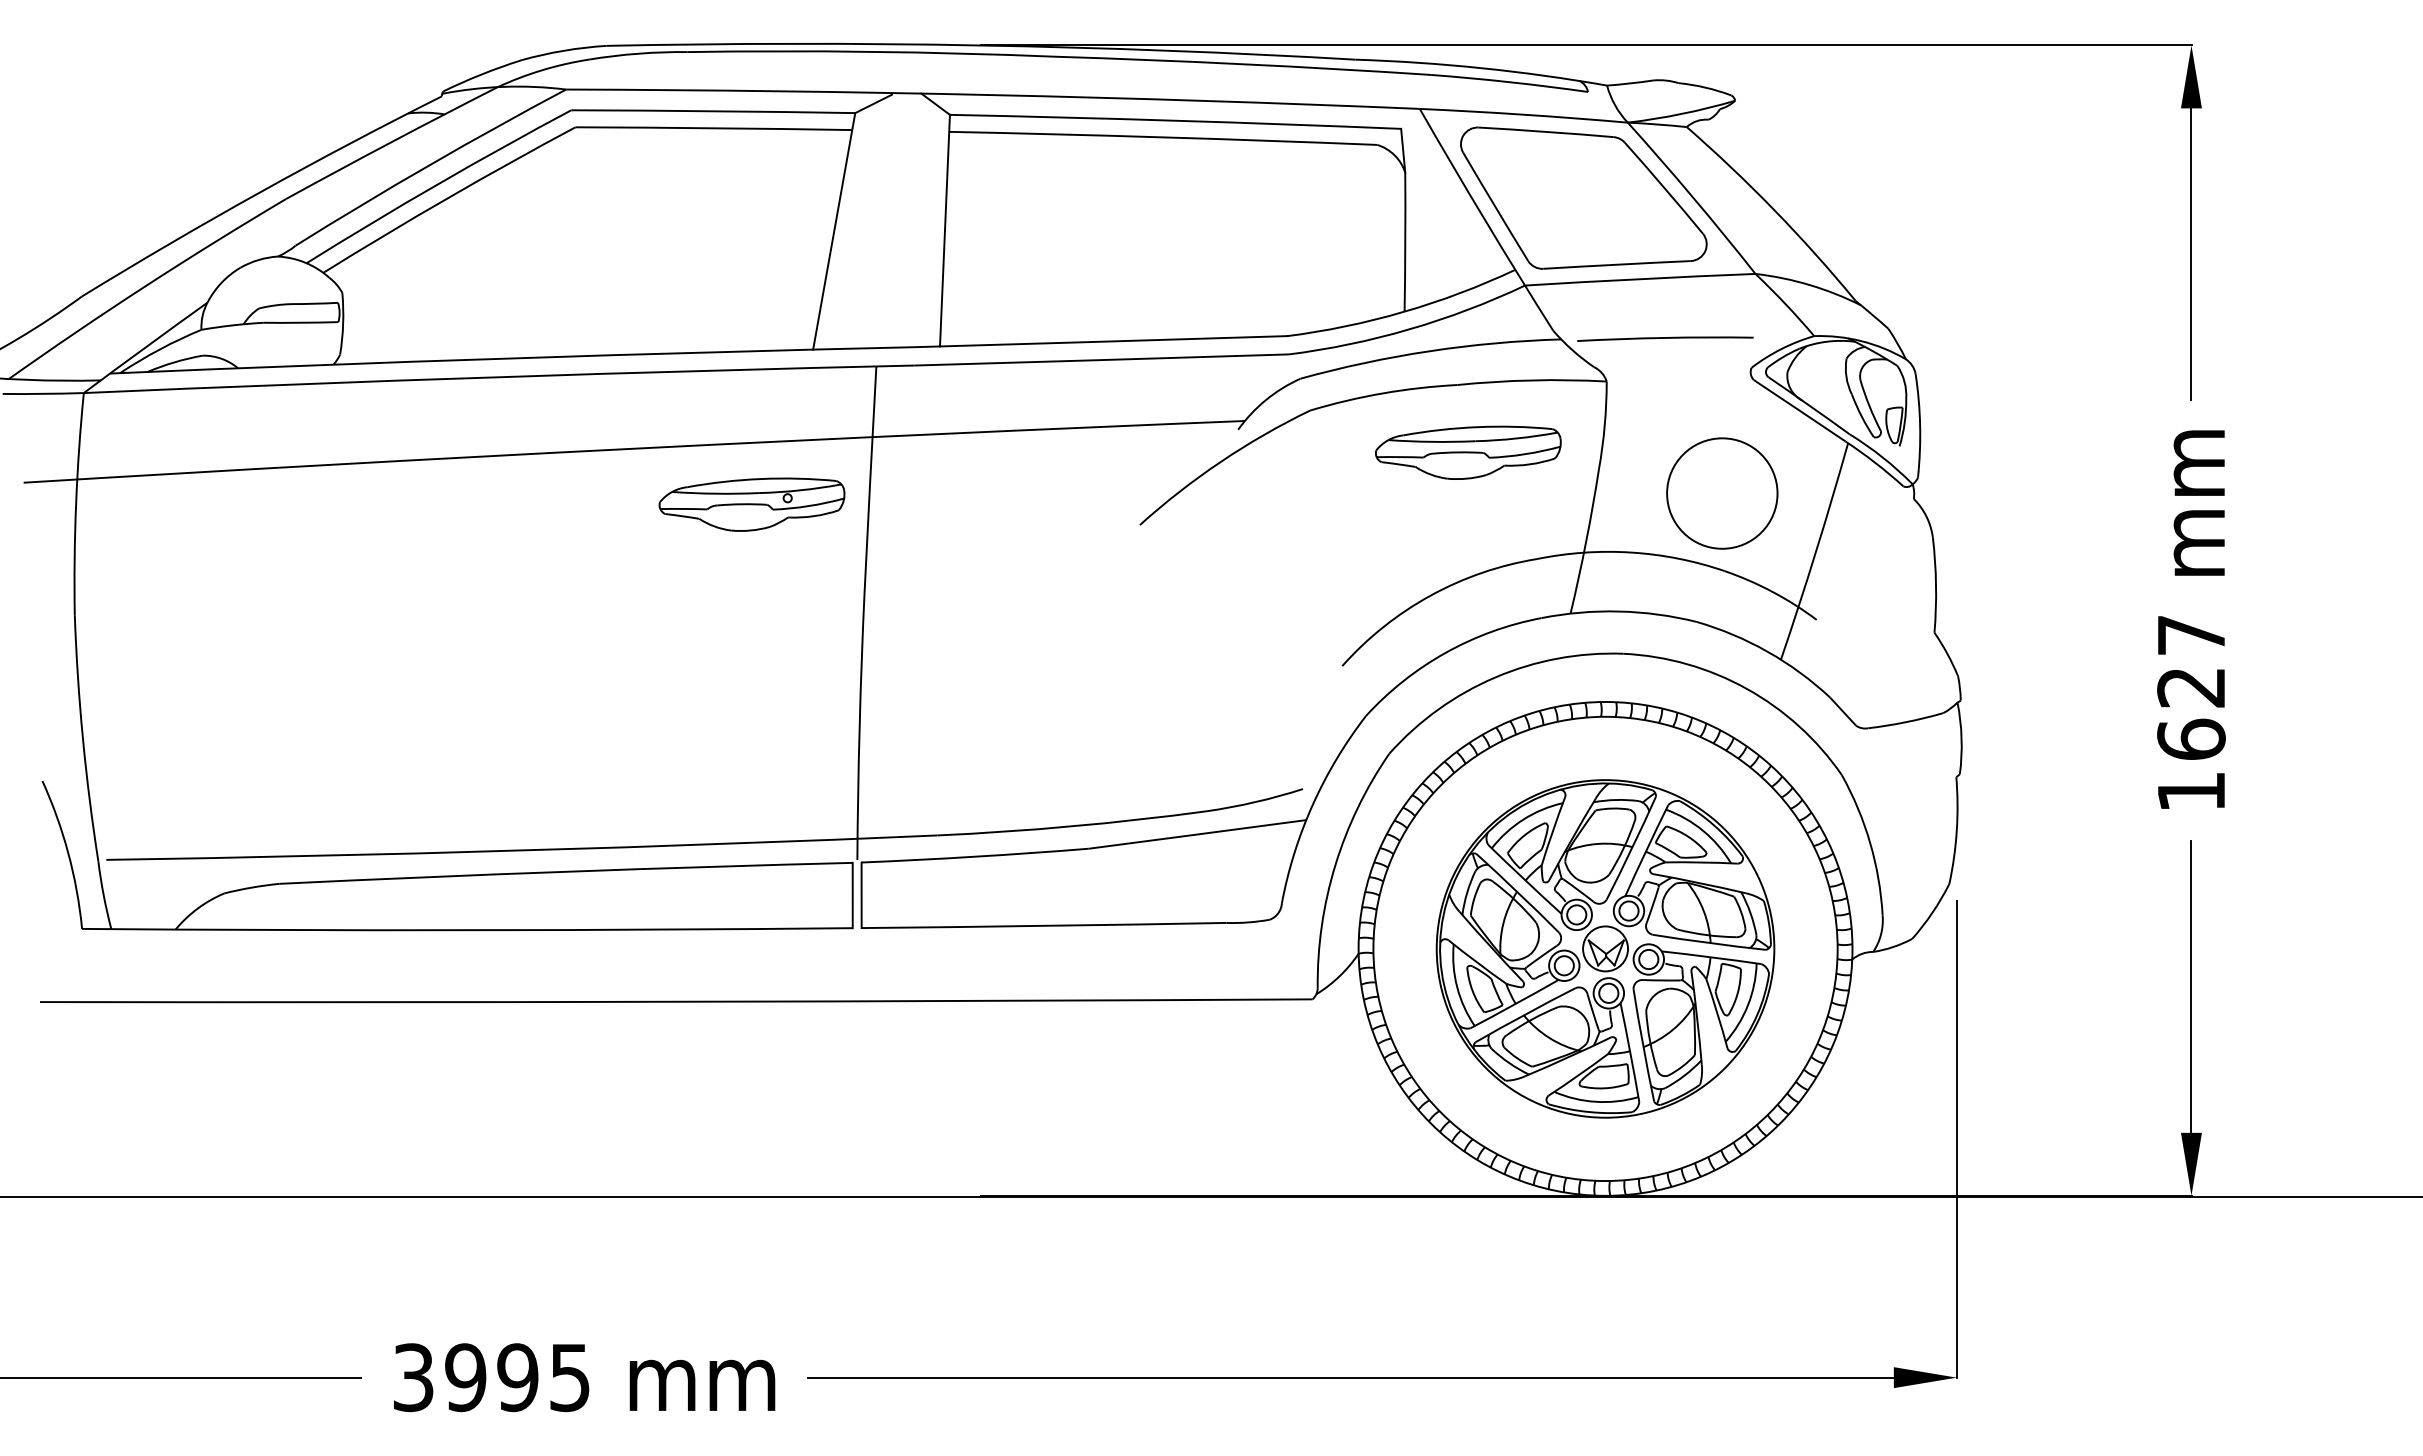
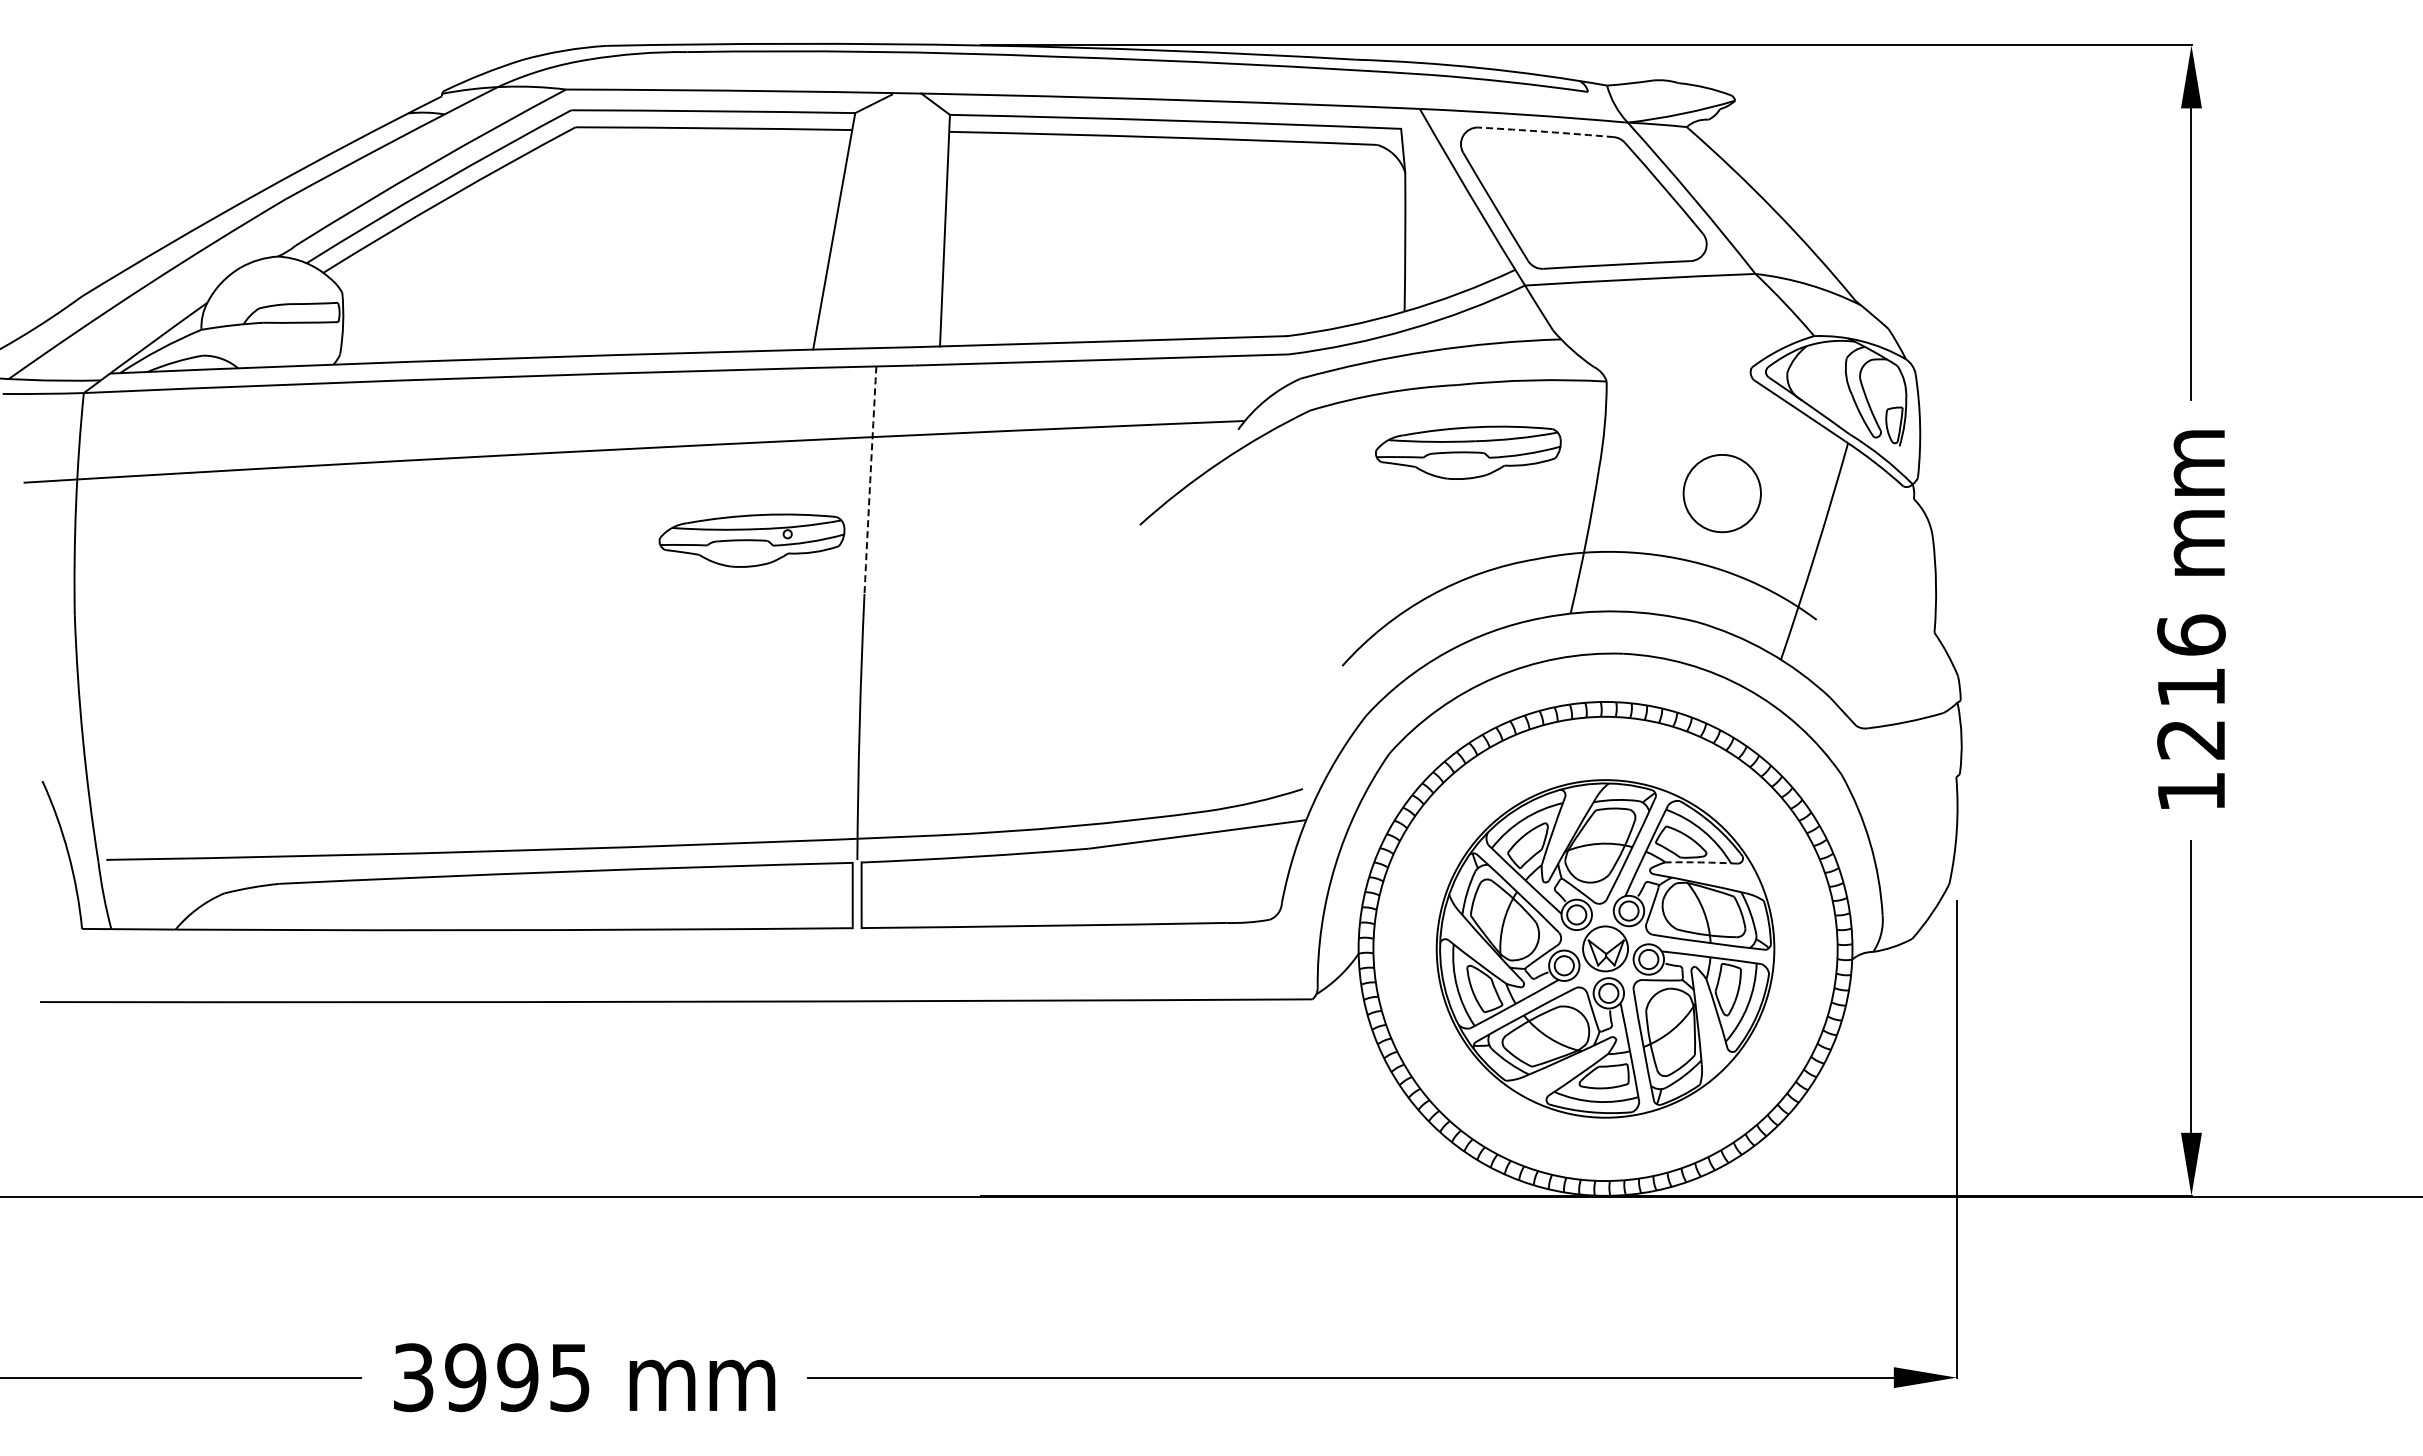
arc at (1546, 131): solid -> dashed
line at (1665, 338): present -> none
arc at (870, 480): solid -> dashed
circle at (1722, 493) diameter: 110 px -> 77 px
part at (751, 504) position: (751, 504) -> (751, 540)
text at (2191, 686): 1627 -> 1216
arc at (1701, 862): solid -> dashed
